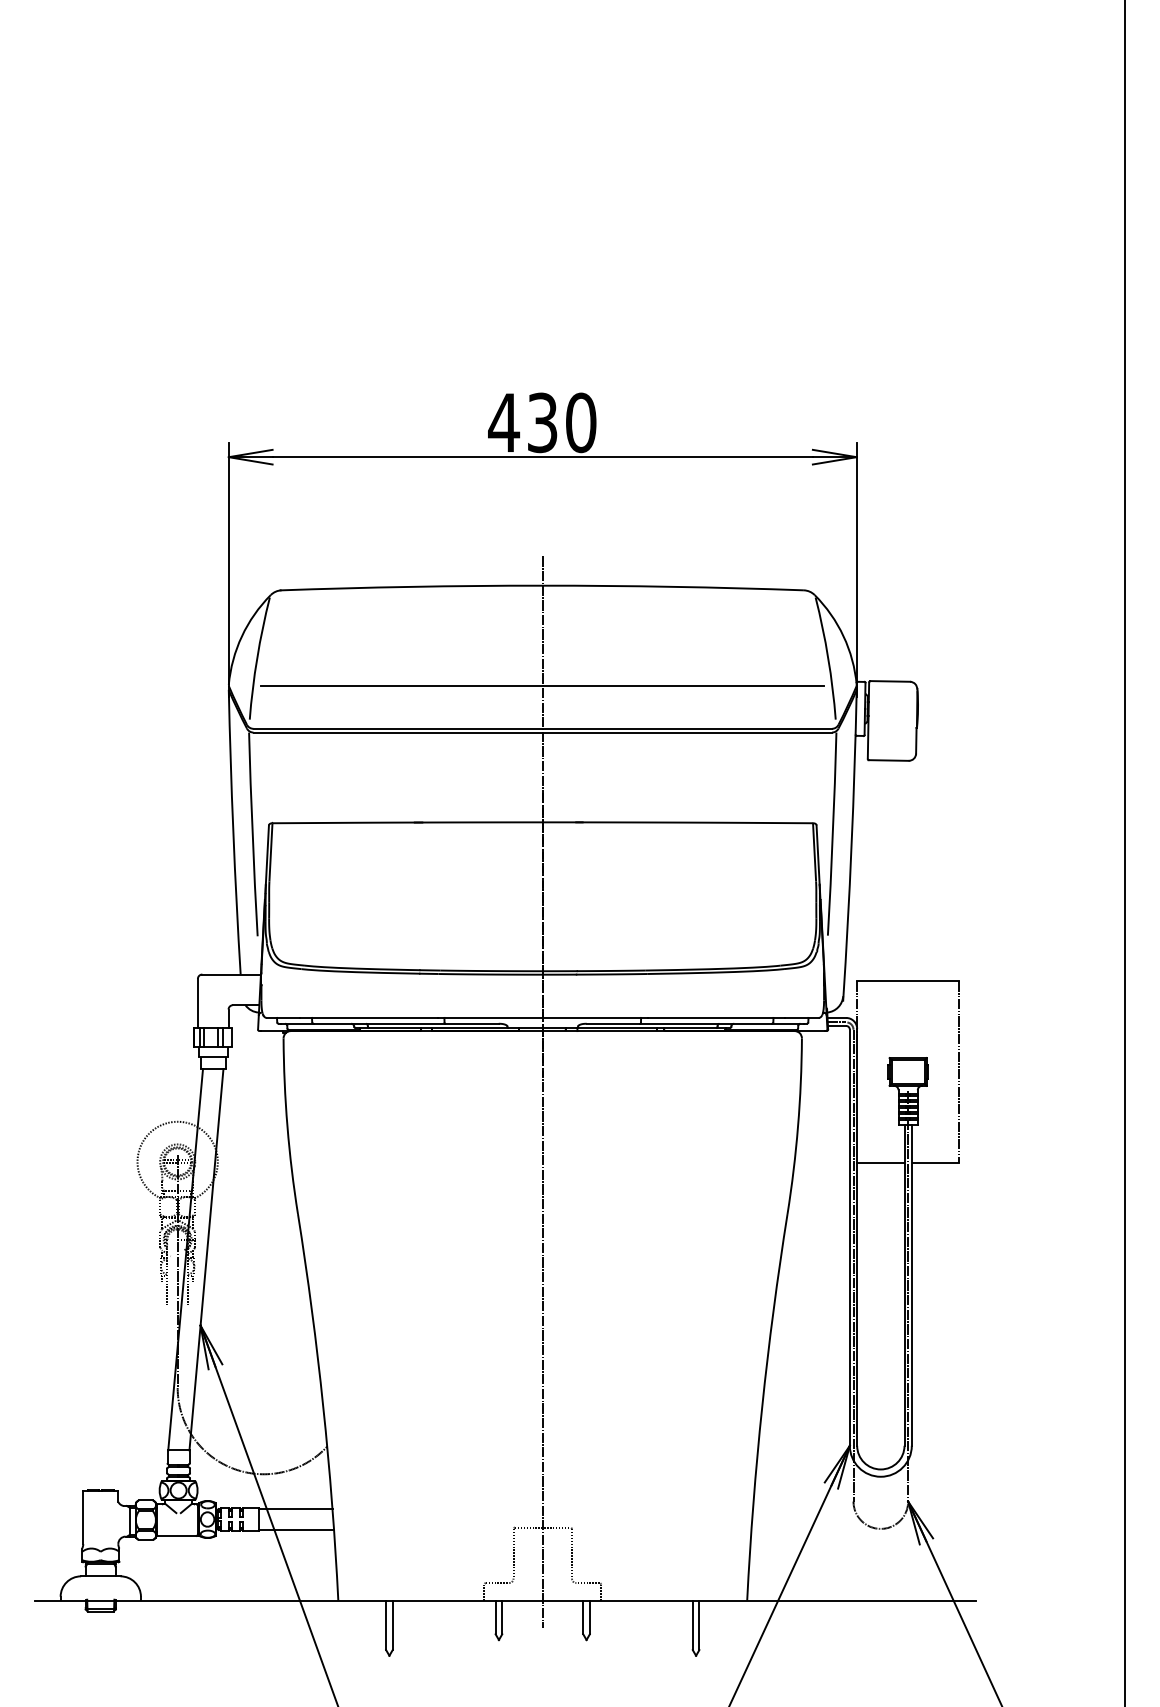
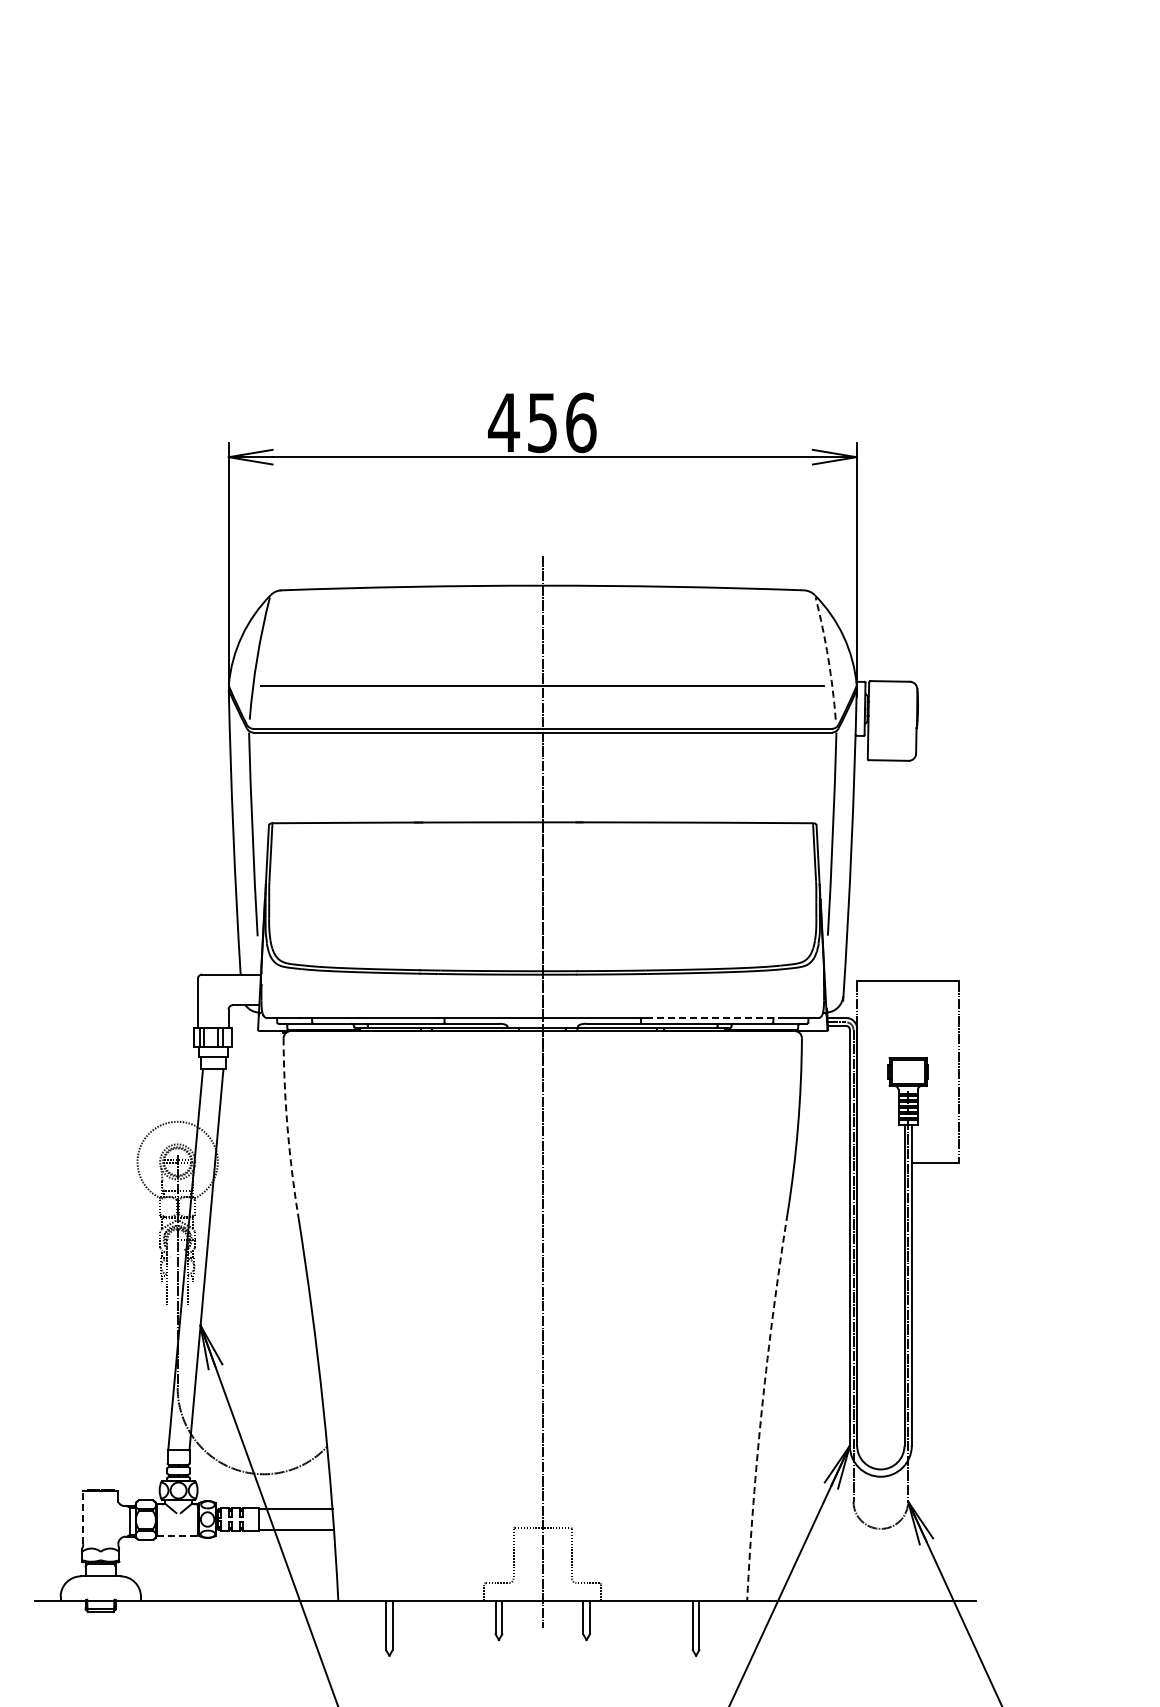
text at (562, 422): 430 -> 456
arc at (828, 658): solid -> dashed
line at (1125, 852): present -> none
line at (716, 1017): solid -> dashed
arc at (287, 1126): solid -> dashed
line at (880, 1162): present -> none
arc at (762, 1406): solid -> dashed
line at (83, 1517): solid -> dashed
line at (177, 1535): solid -> dashed
